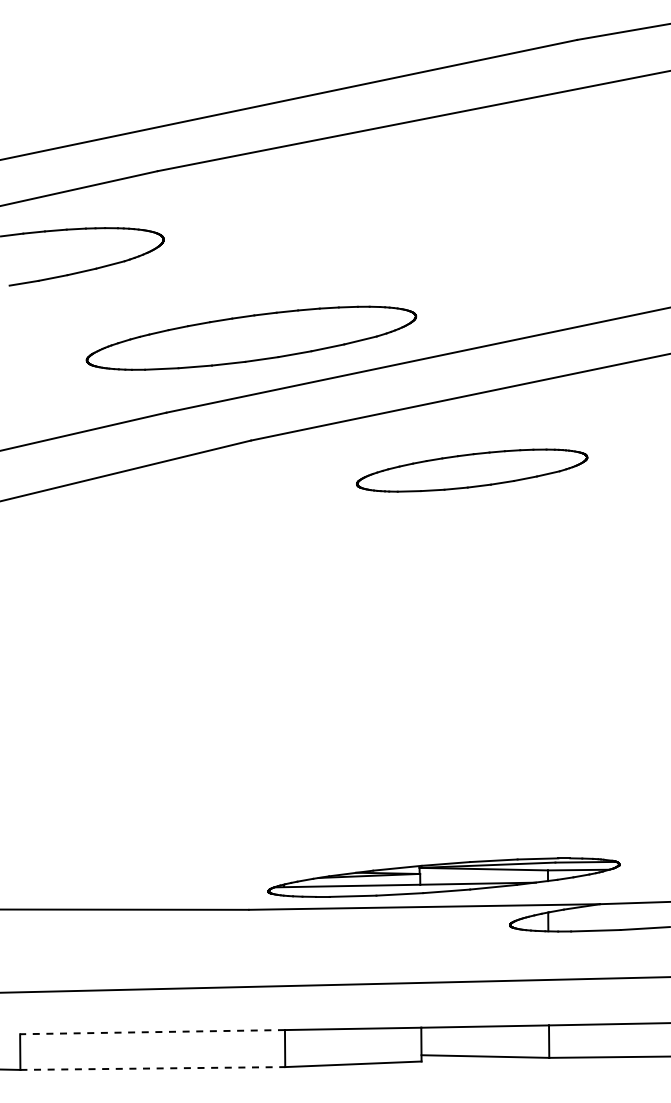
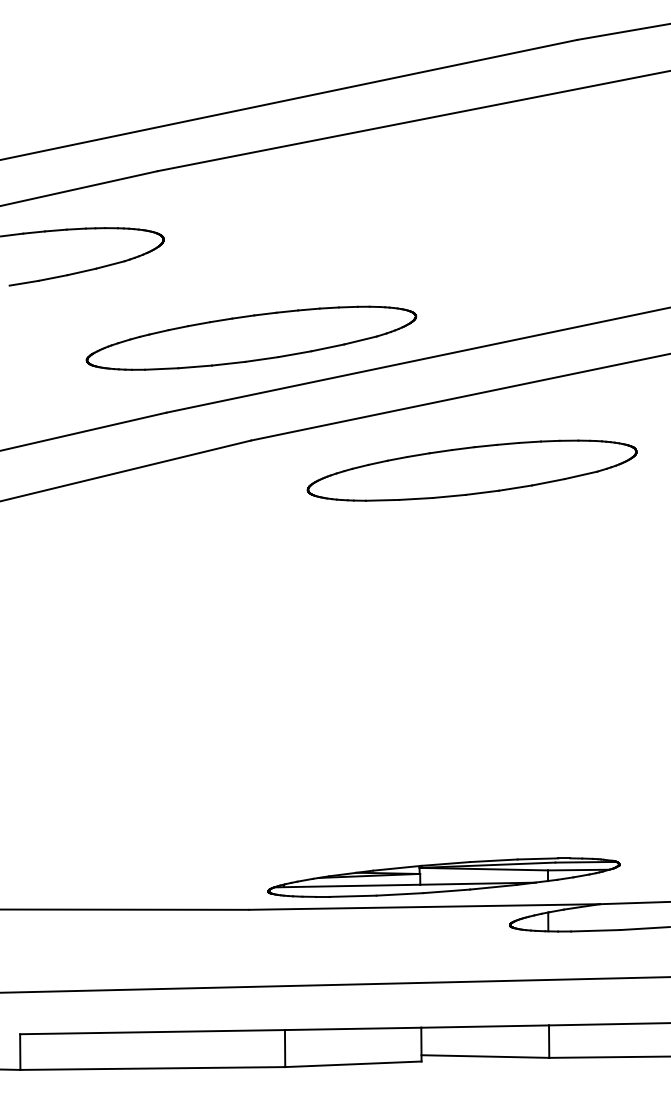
part at (472, 470) size: 233x45 px -> 332x63 px
line at (152, 1032): dashed -> solid
line at (153, 1068): dashed -> solid
